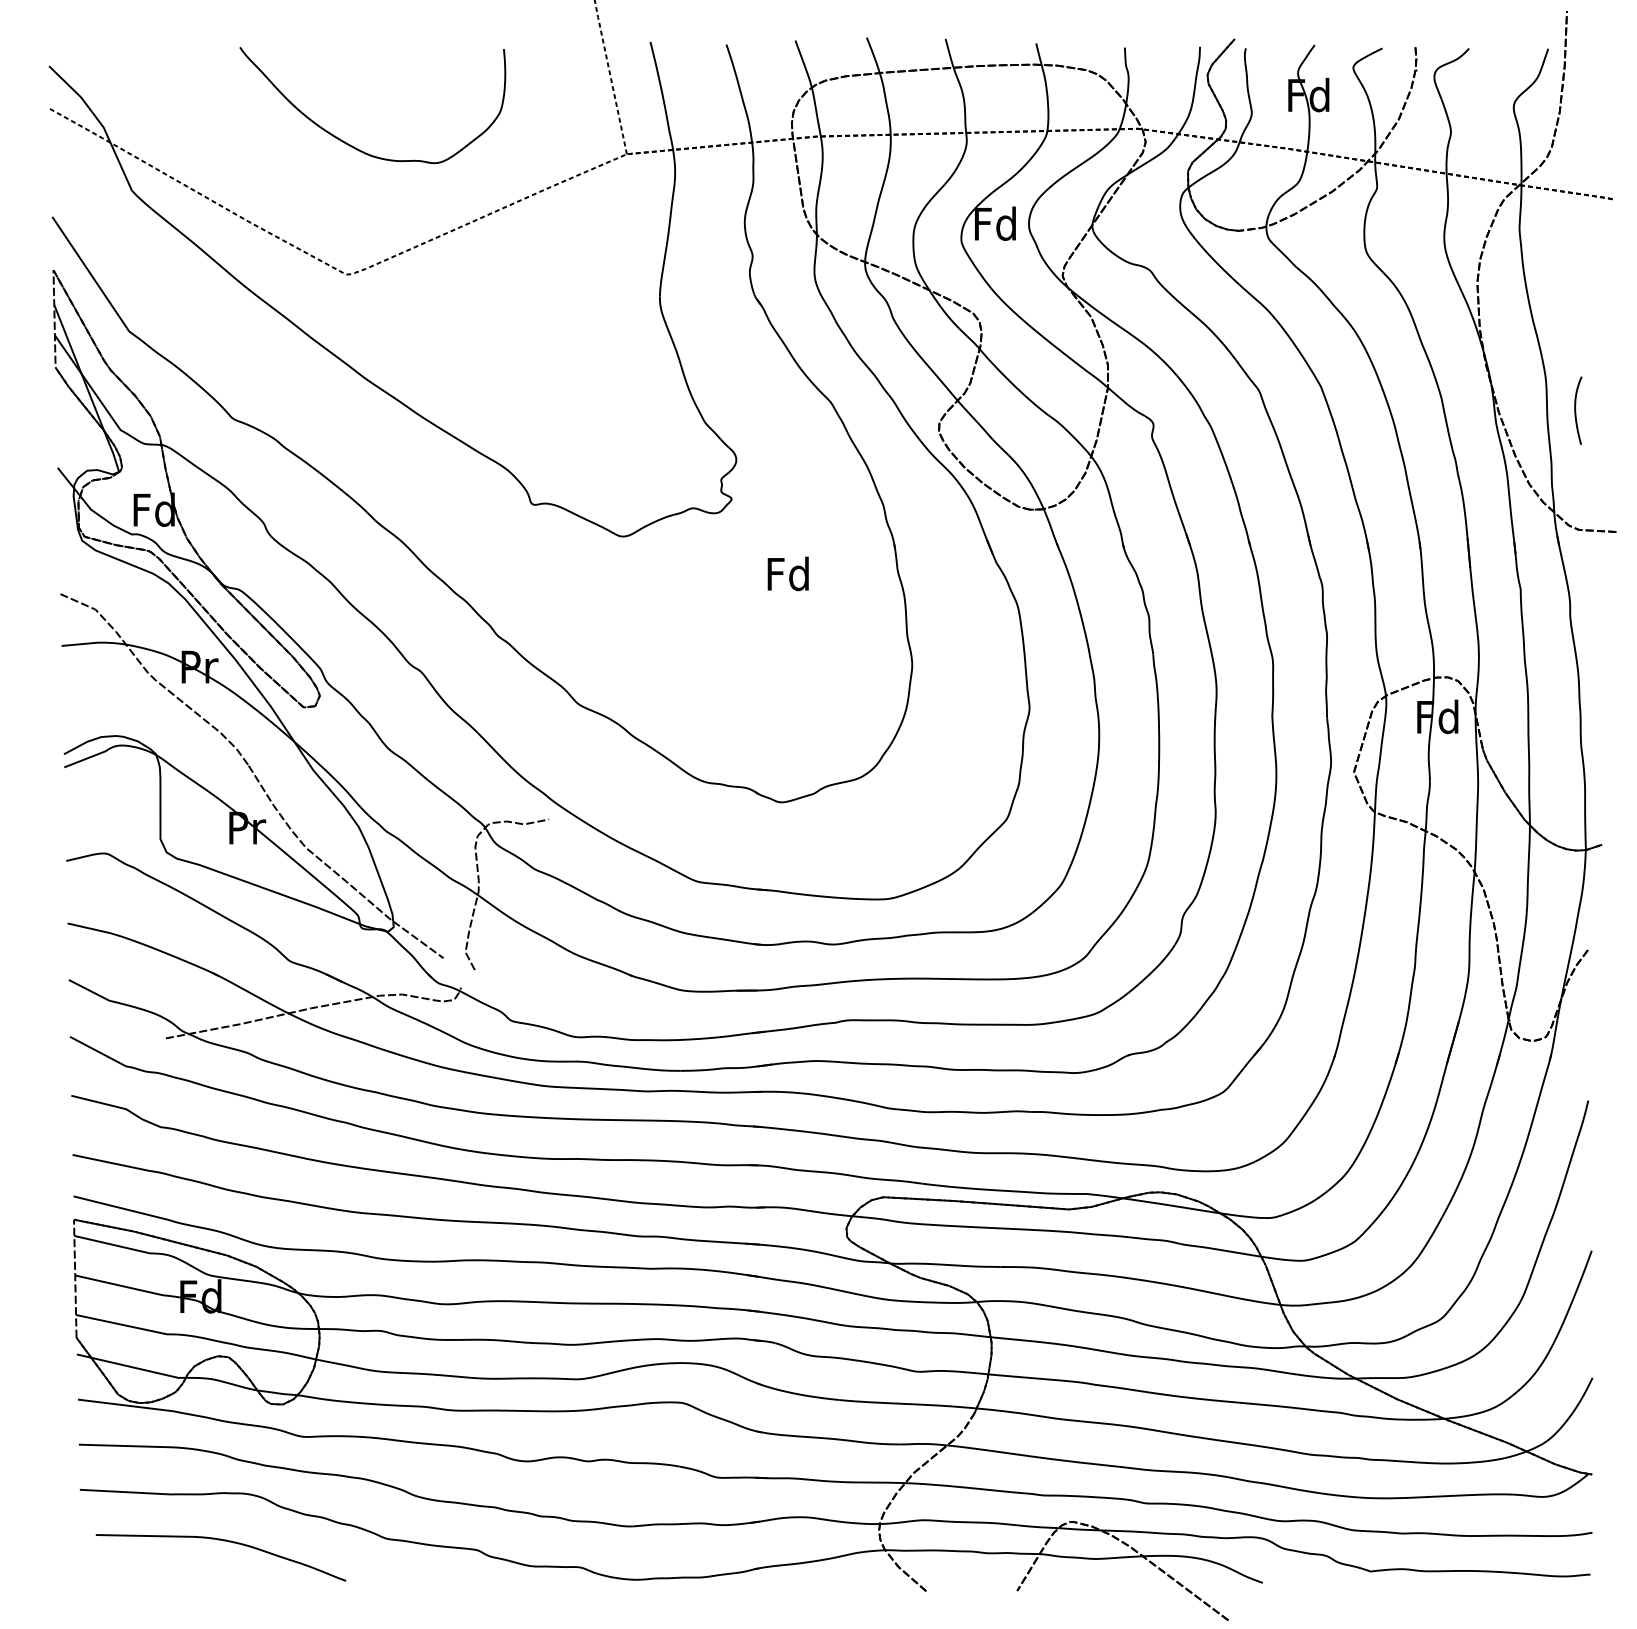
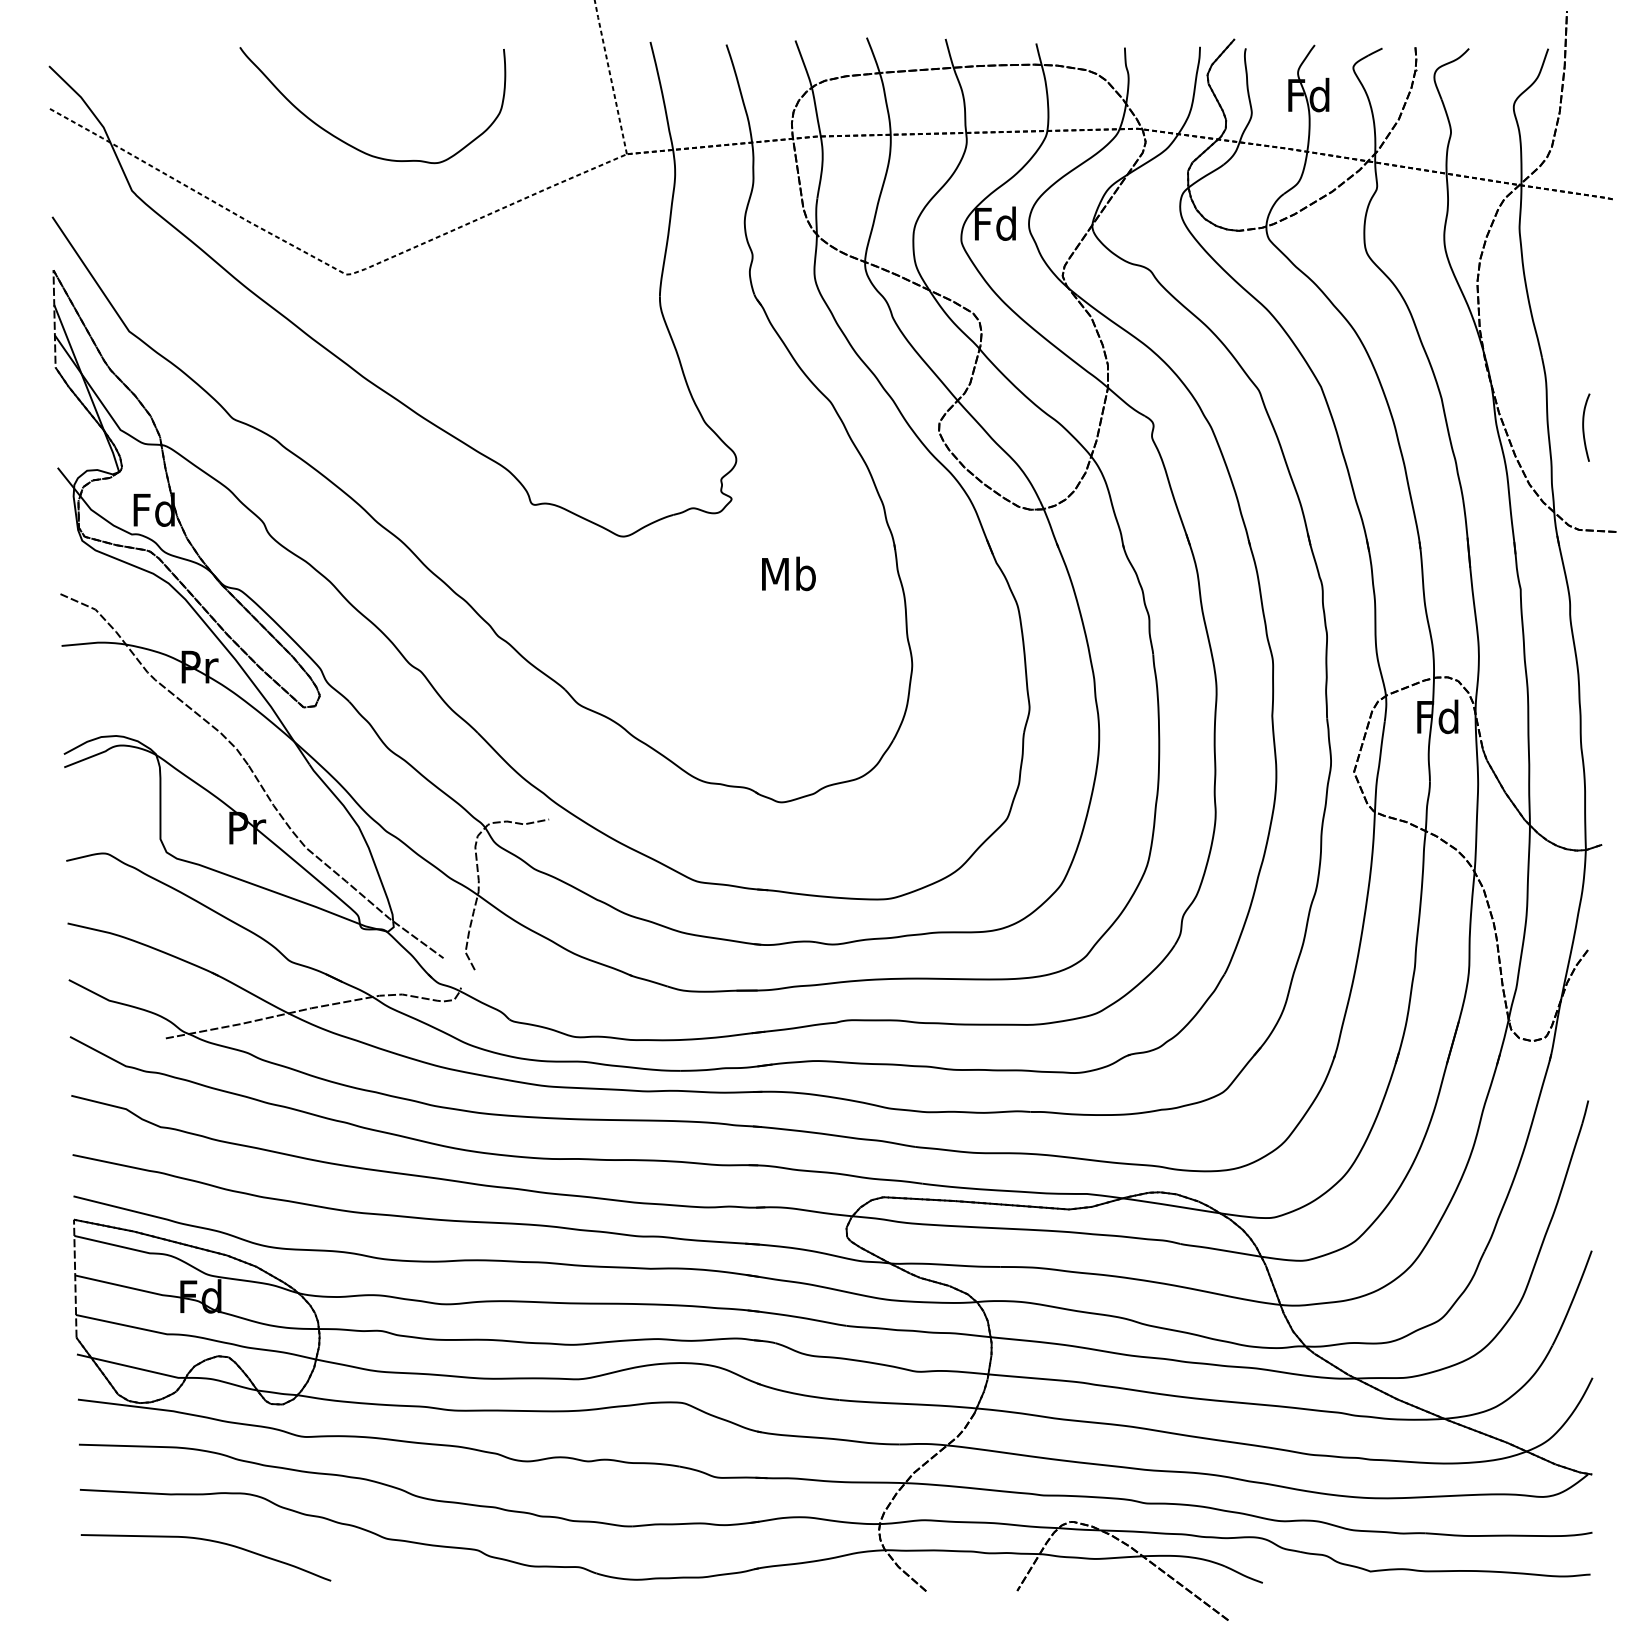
curve at (1576, 410) position: (1576, 410) -> (1584, 427)
text at (788, 573): Fd -> Mb
curve at (223, 1541) position: (223, 1541) -> (208, 1541)
